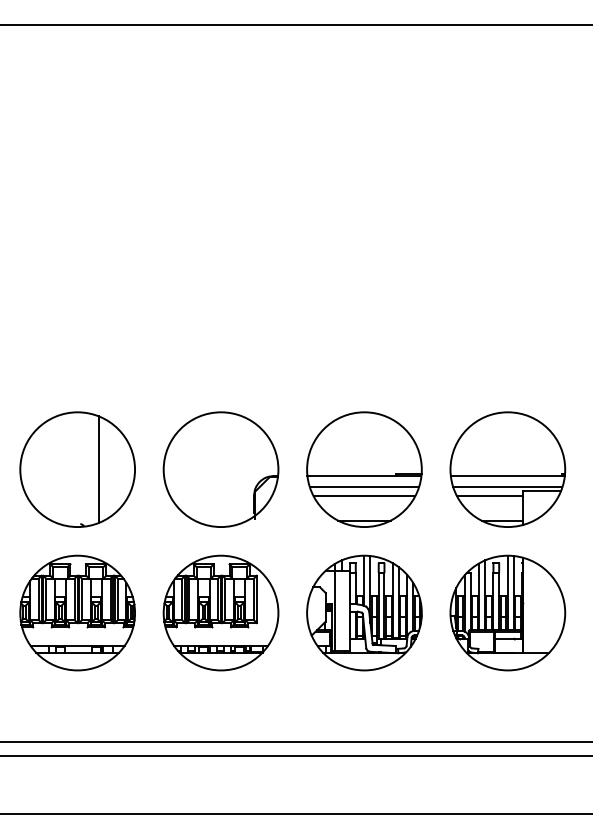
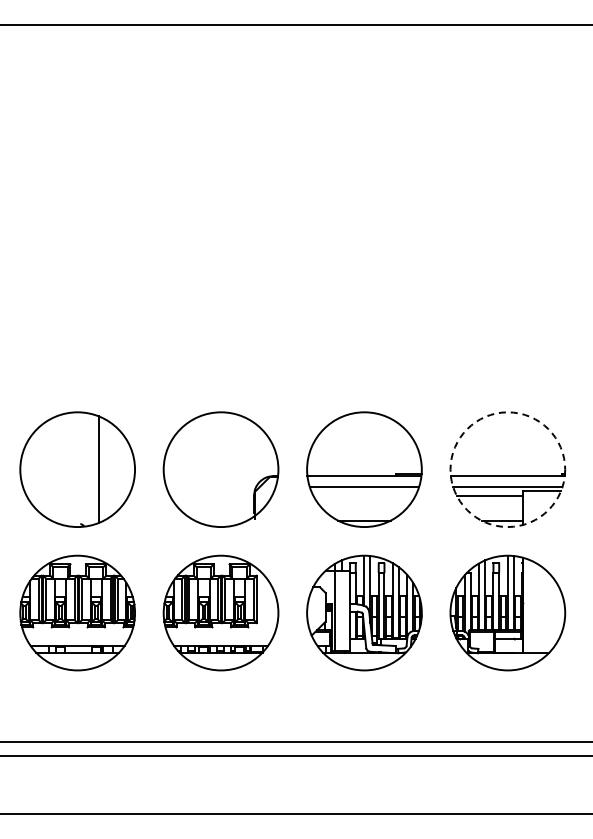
circle at (507, 469): solid -> dashed
line at (364, 496): present -> none
